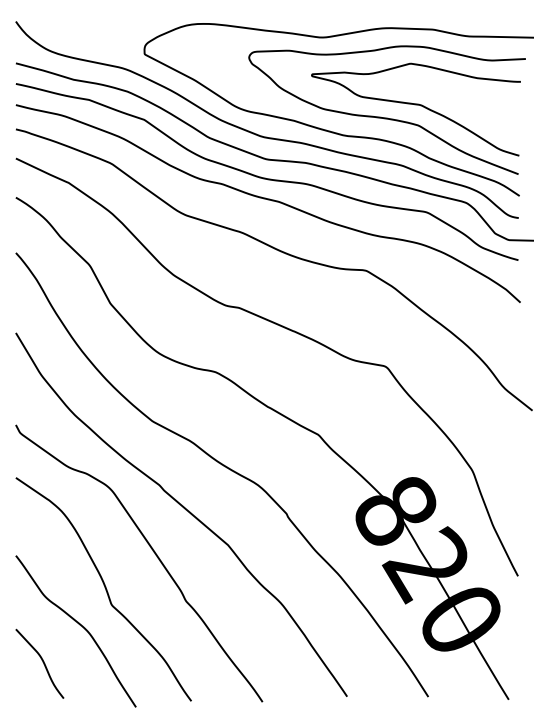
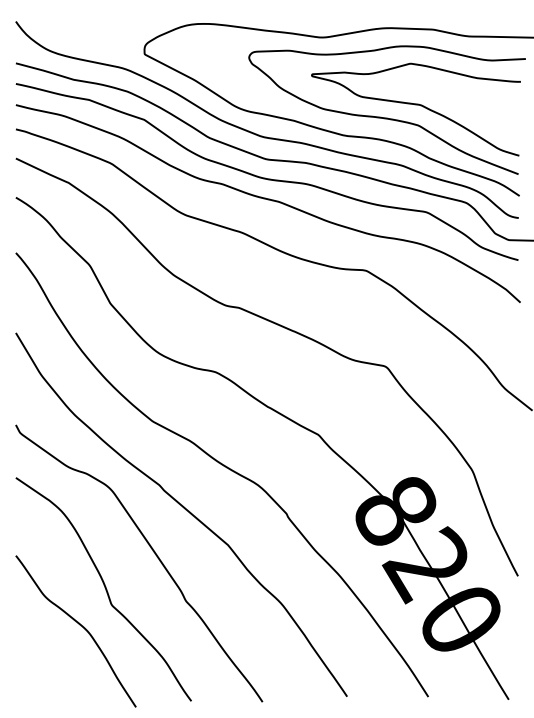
curve at (42, 662): present -> none
